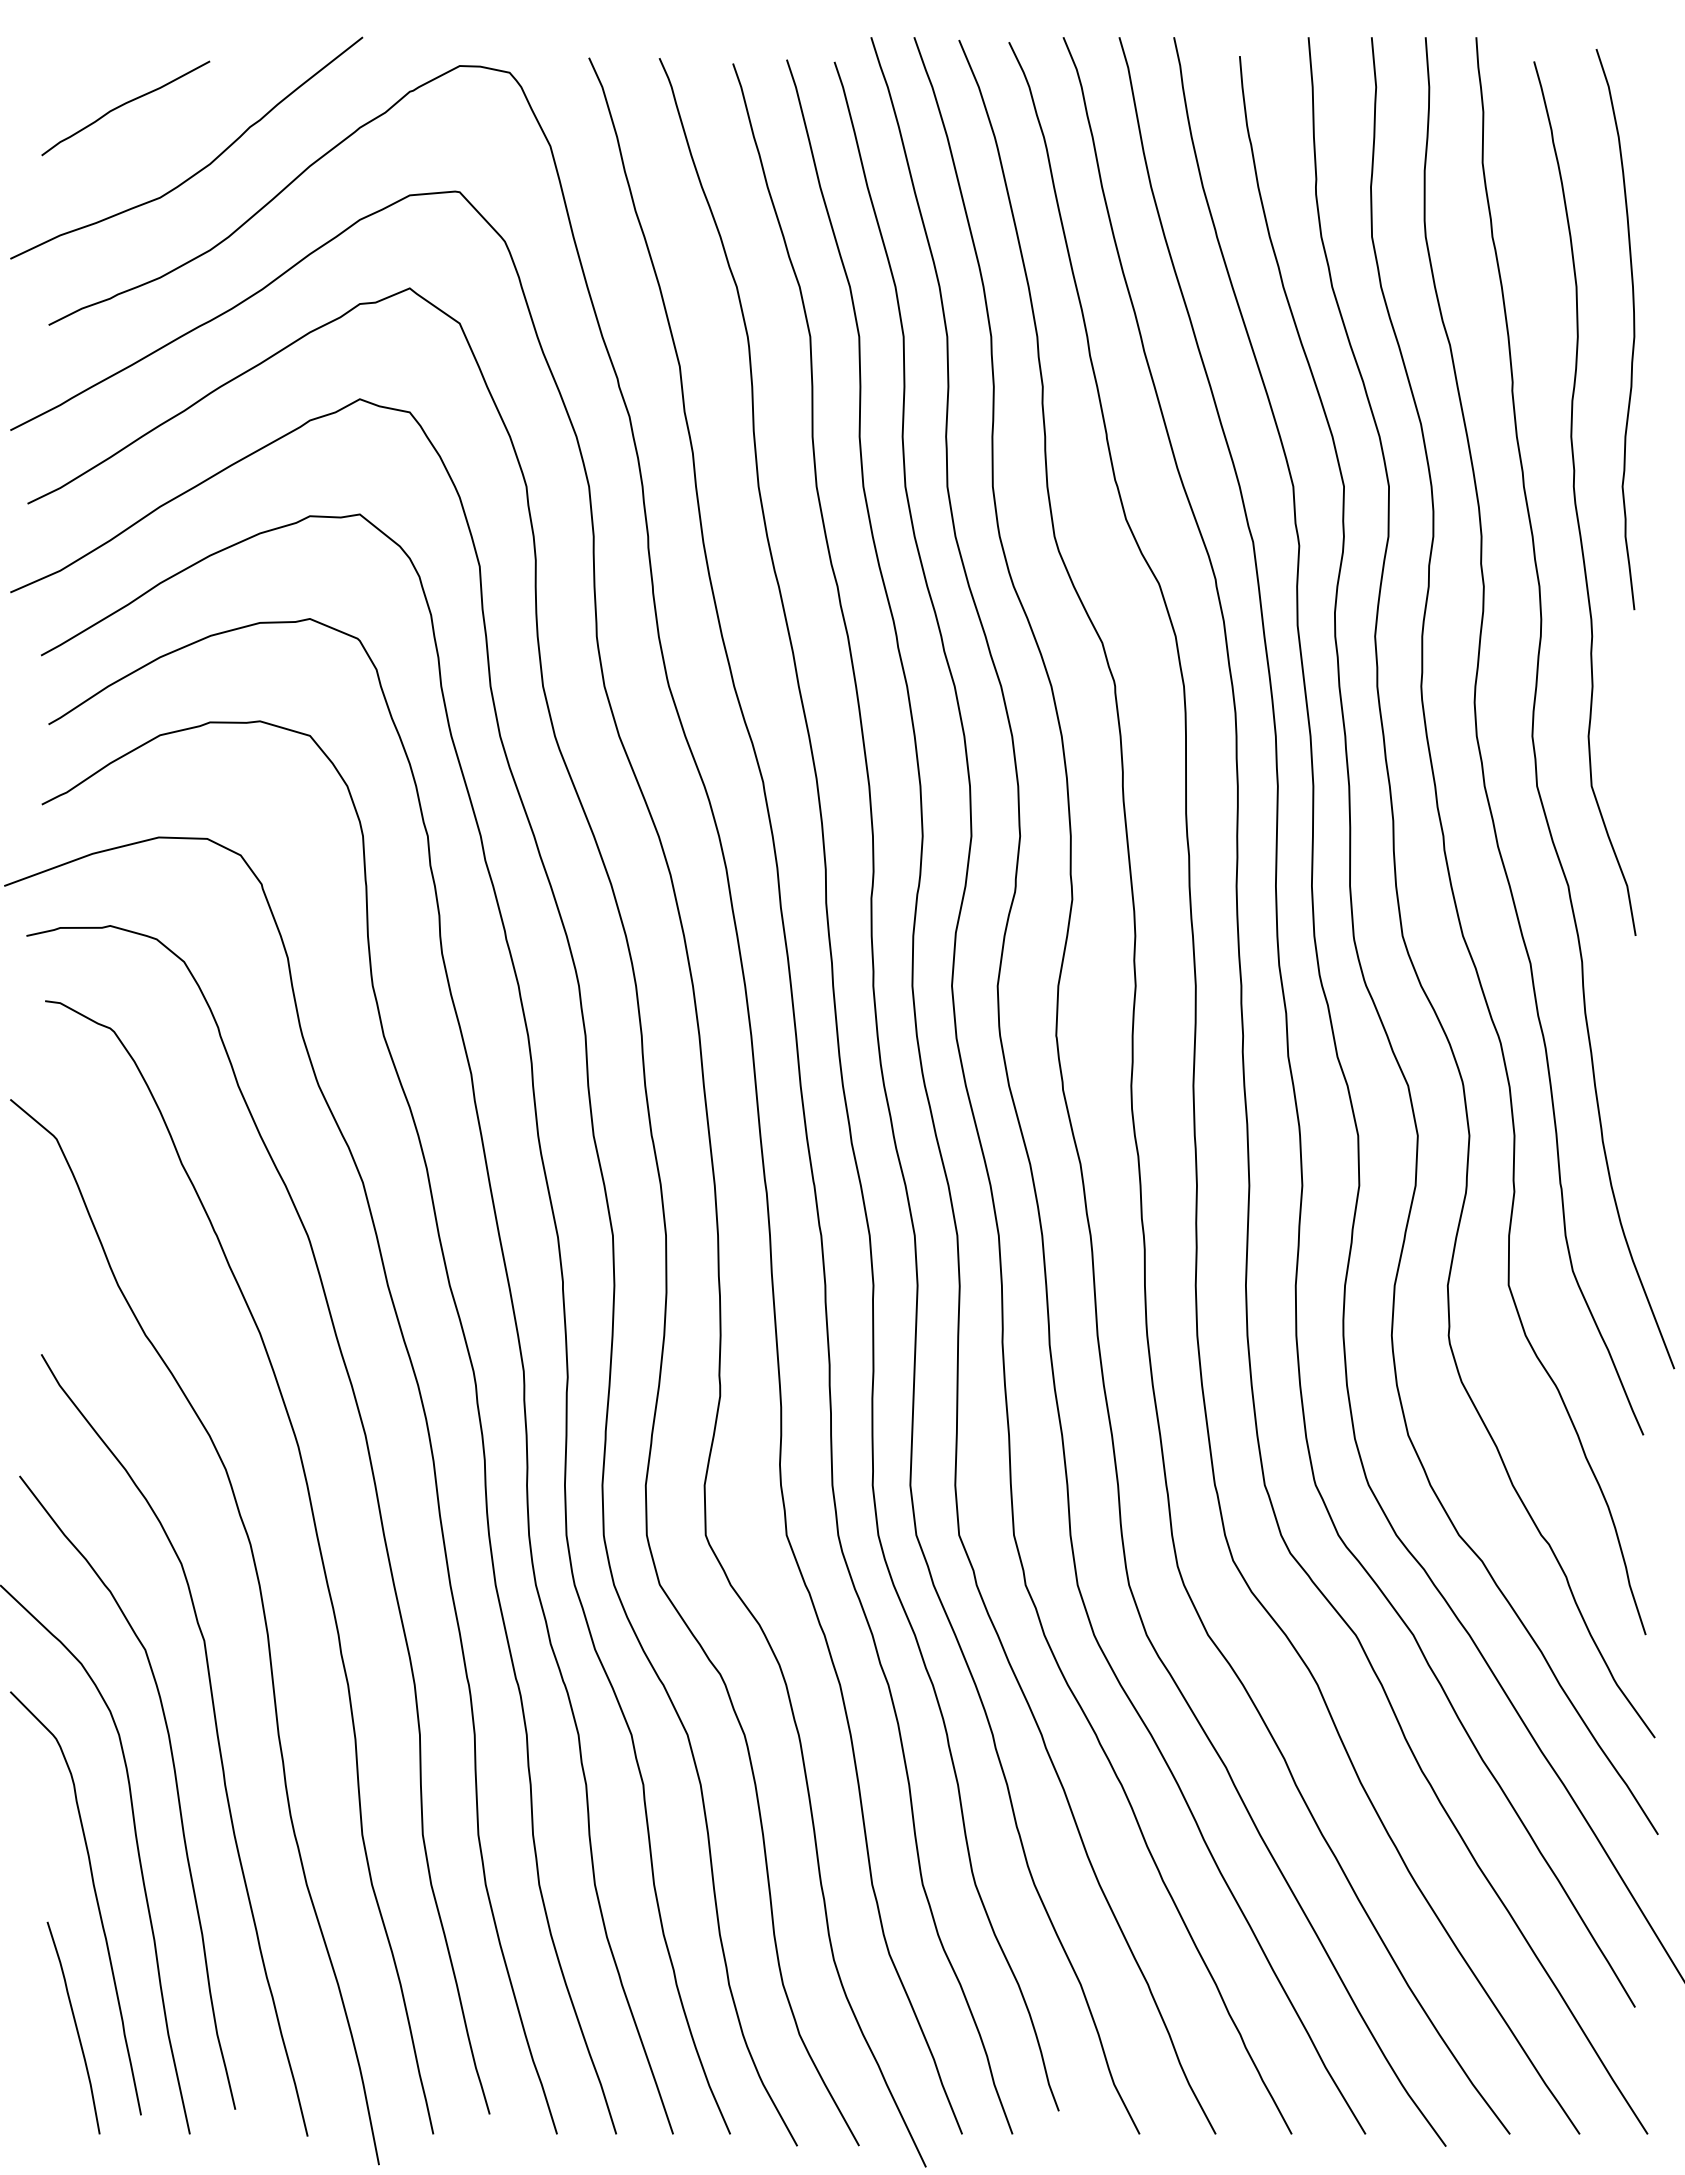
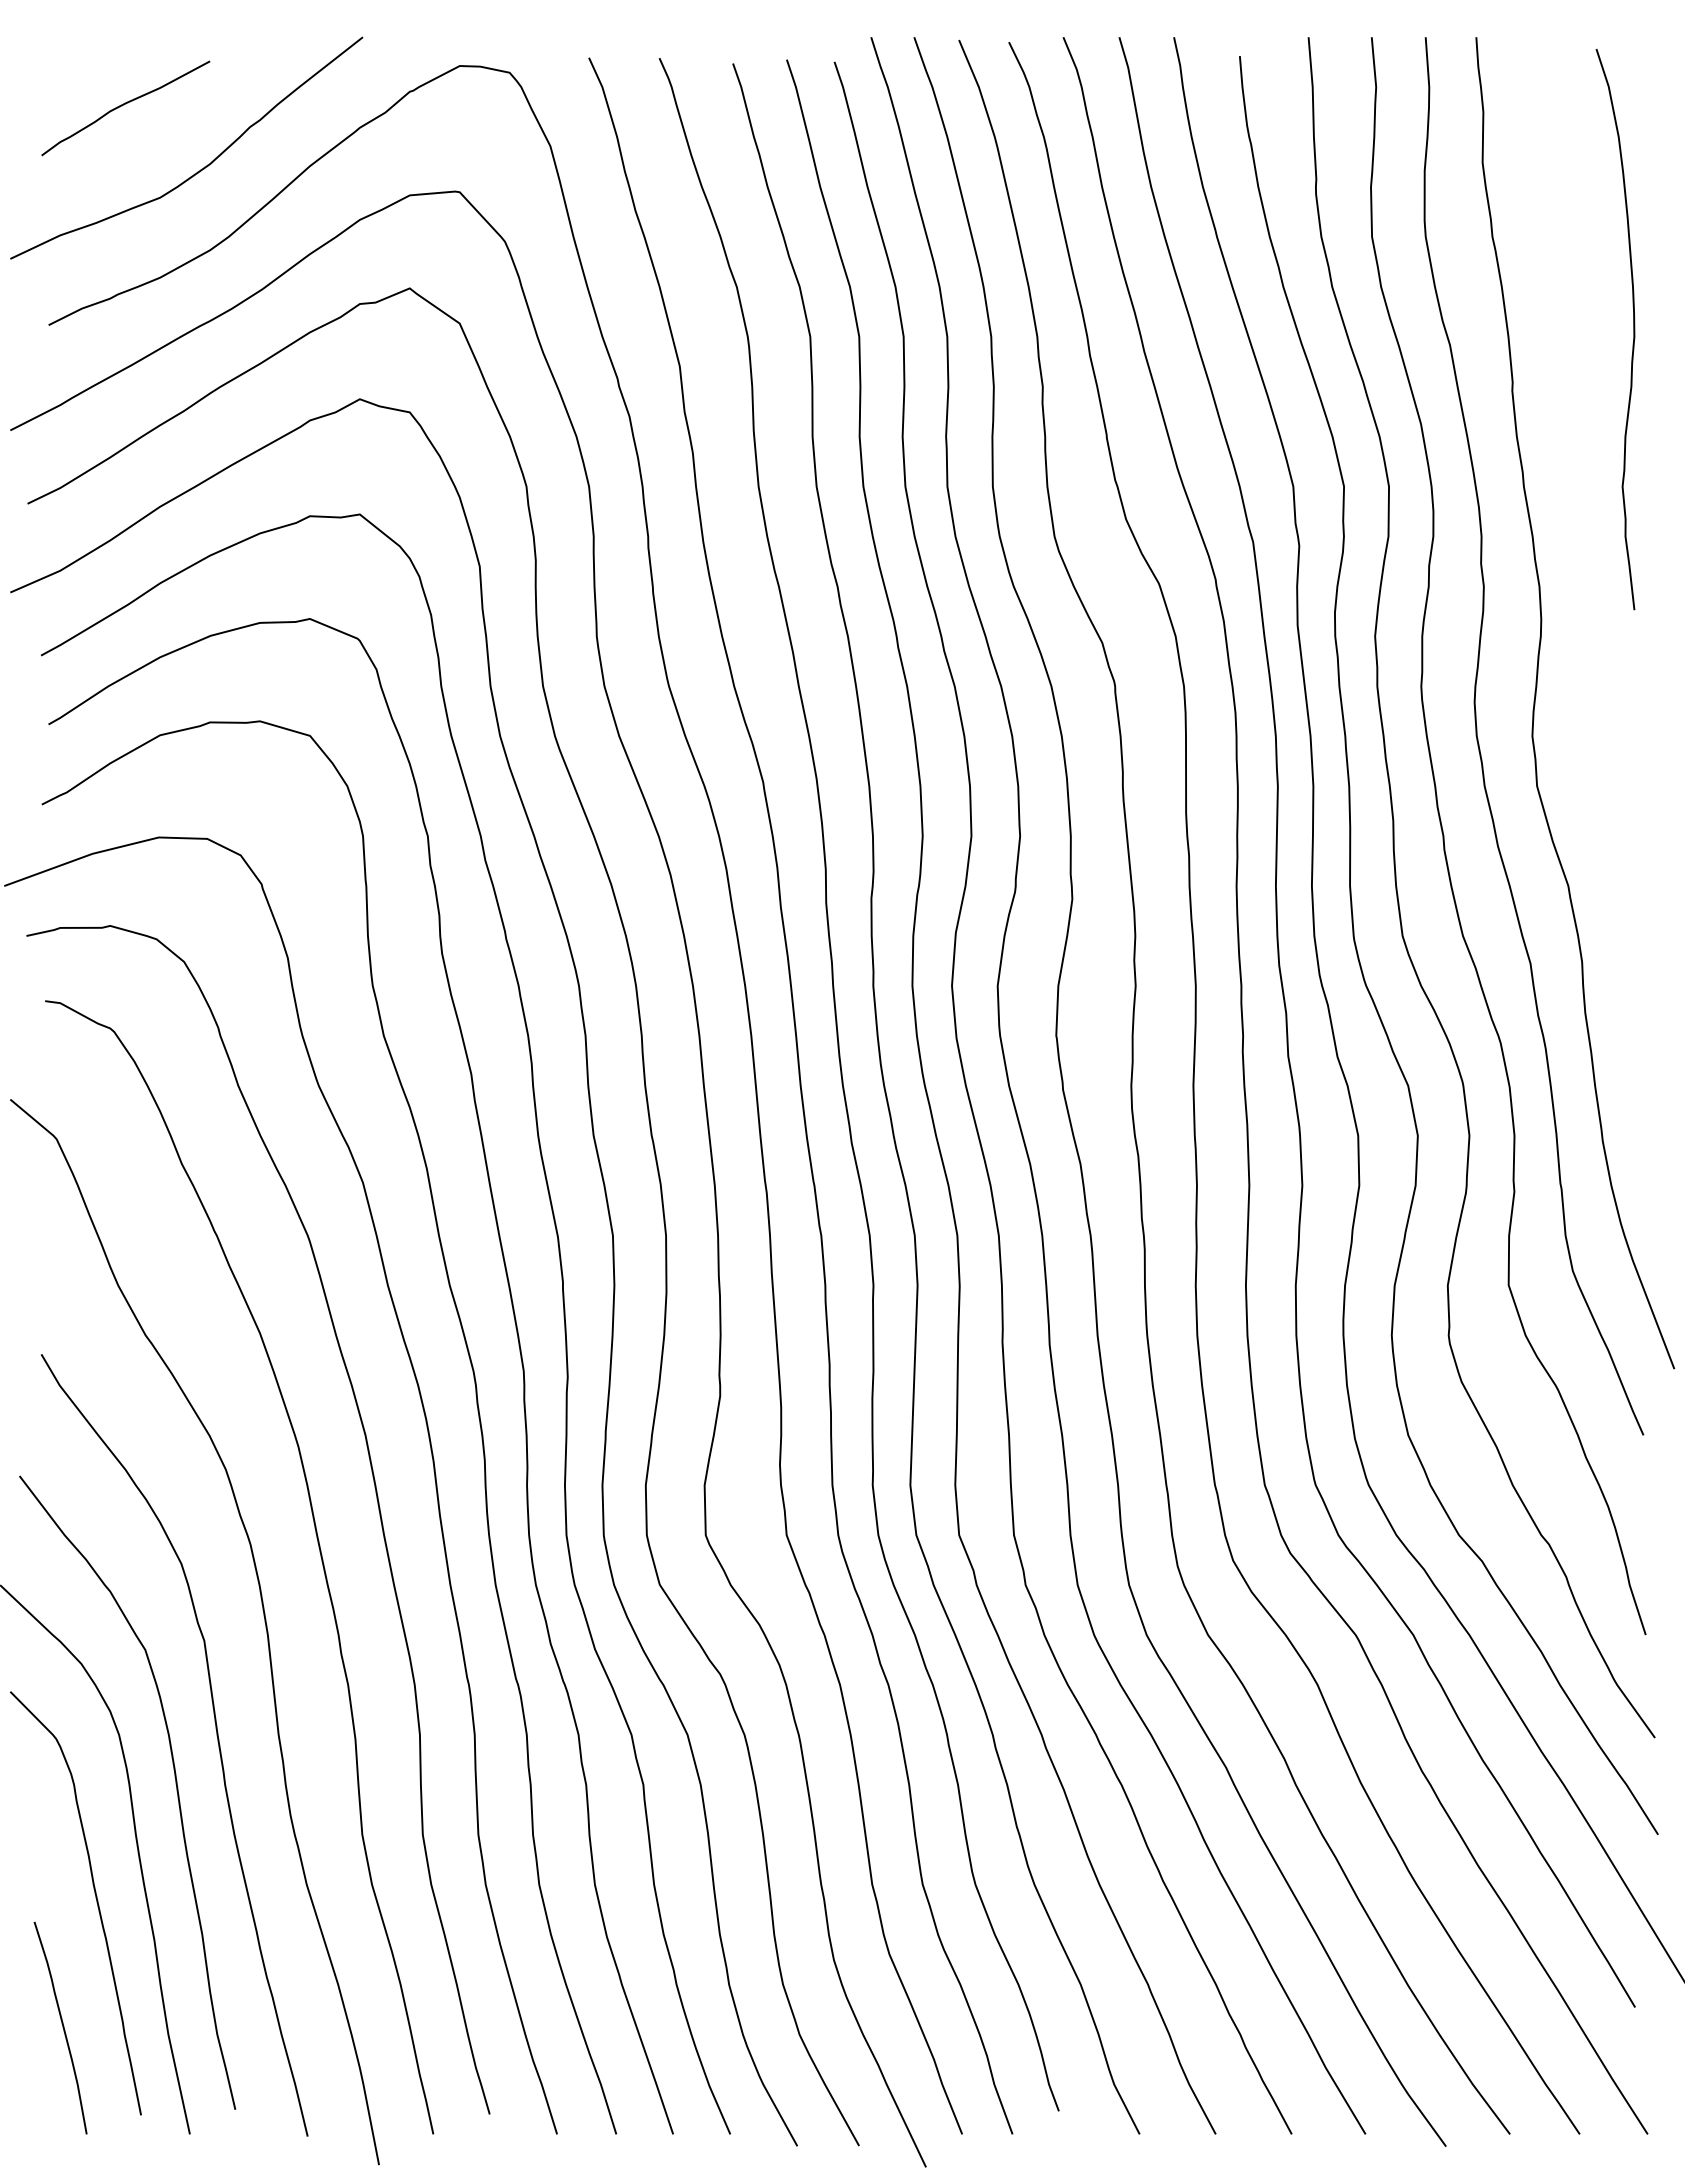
curve at (1576, 501): present -> none
curve at (75, 2027) position: (75, 2027) -> (62, 2027)
